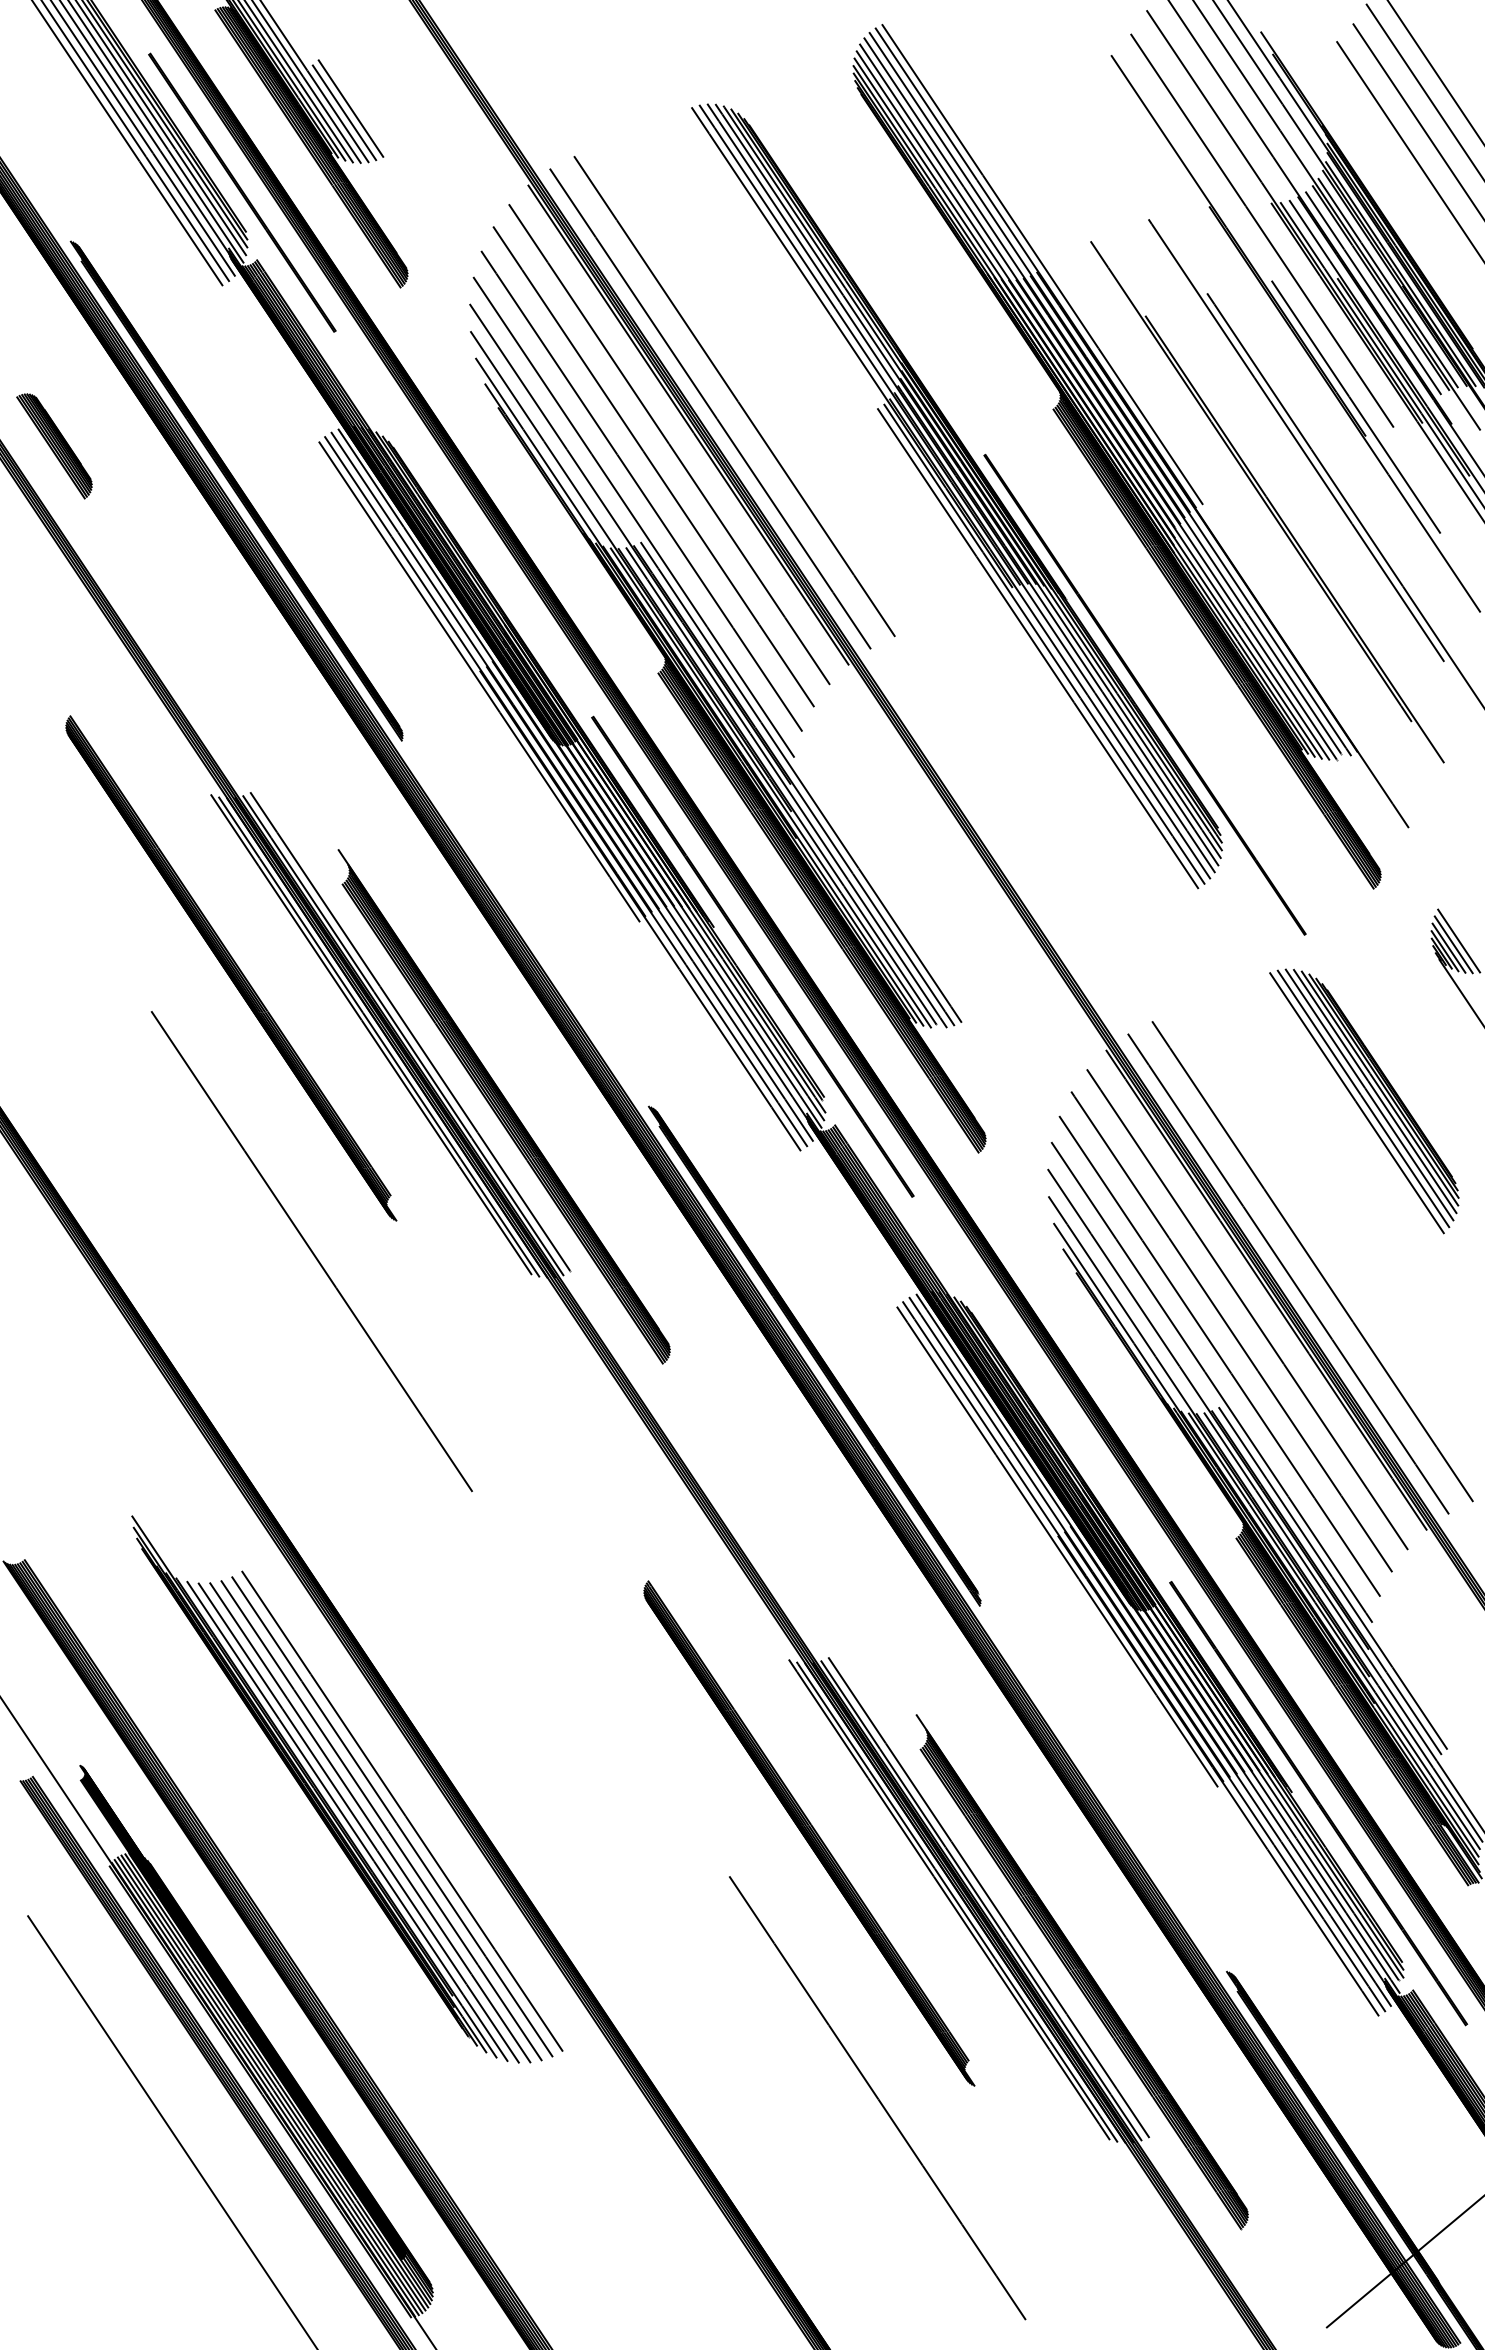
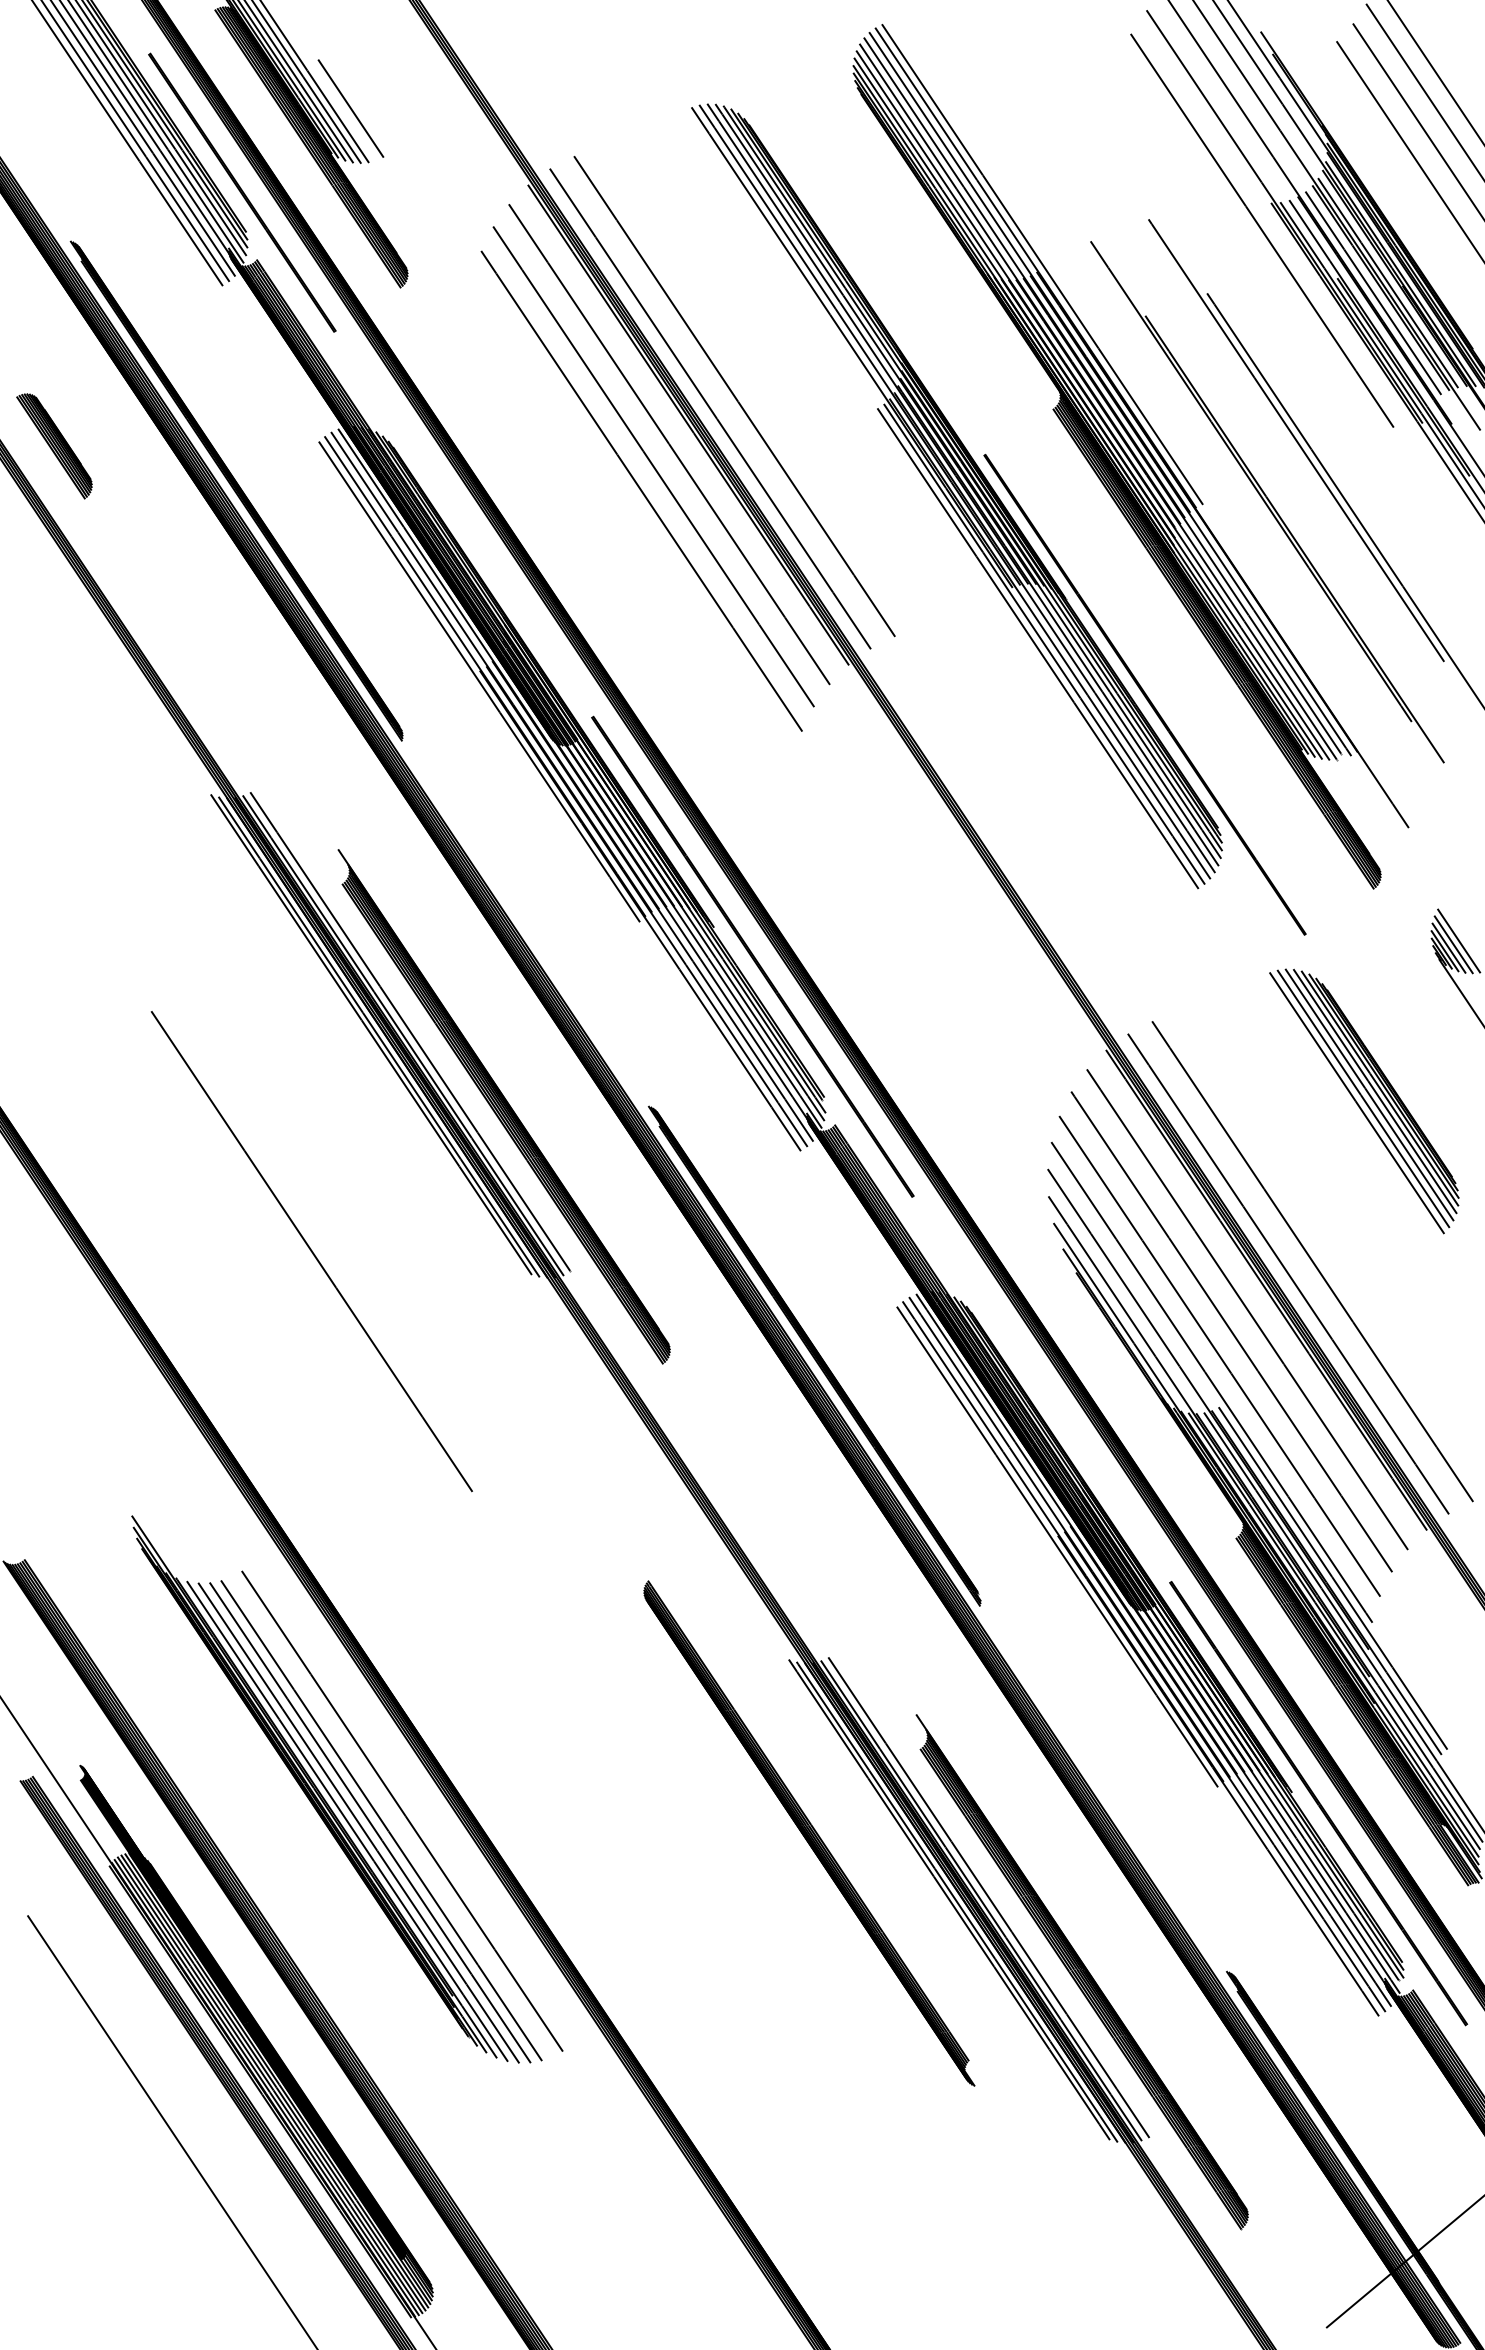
line at (344, 112): present -> none
part at (1295, 333): present -> none
part at (727, 714): present -> none
part at (231, 968): present -> none
line at (392, 1816): present -> none
line at (877, 2098): present -> none
